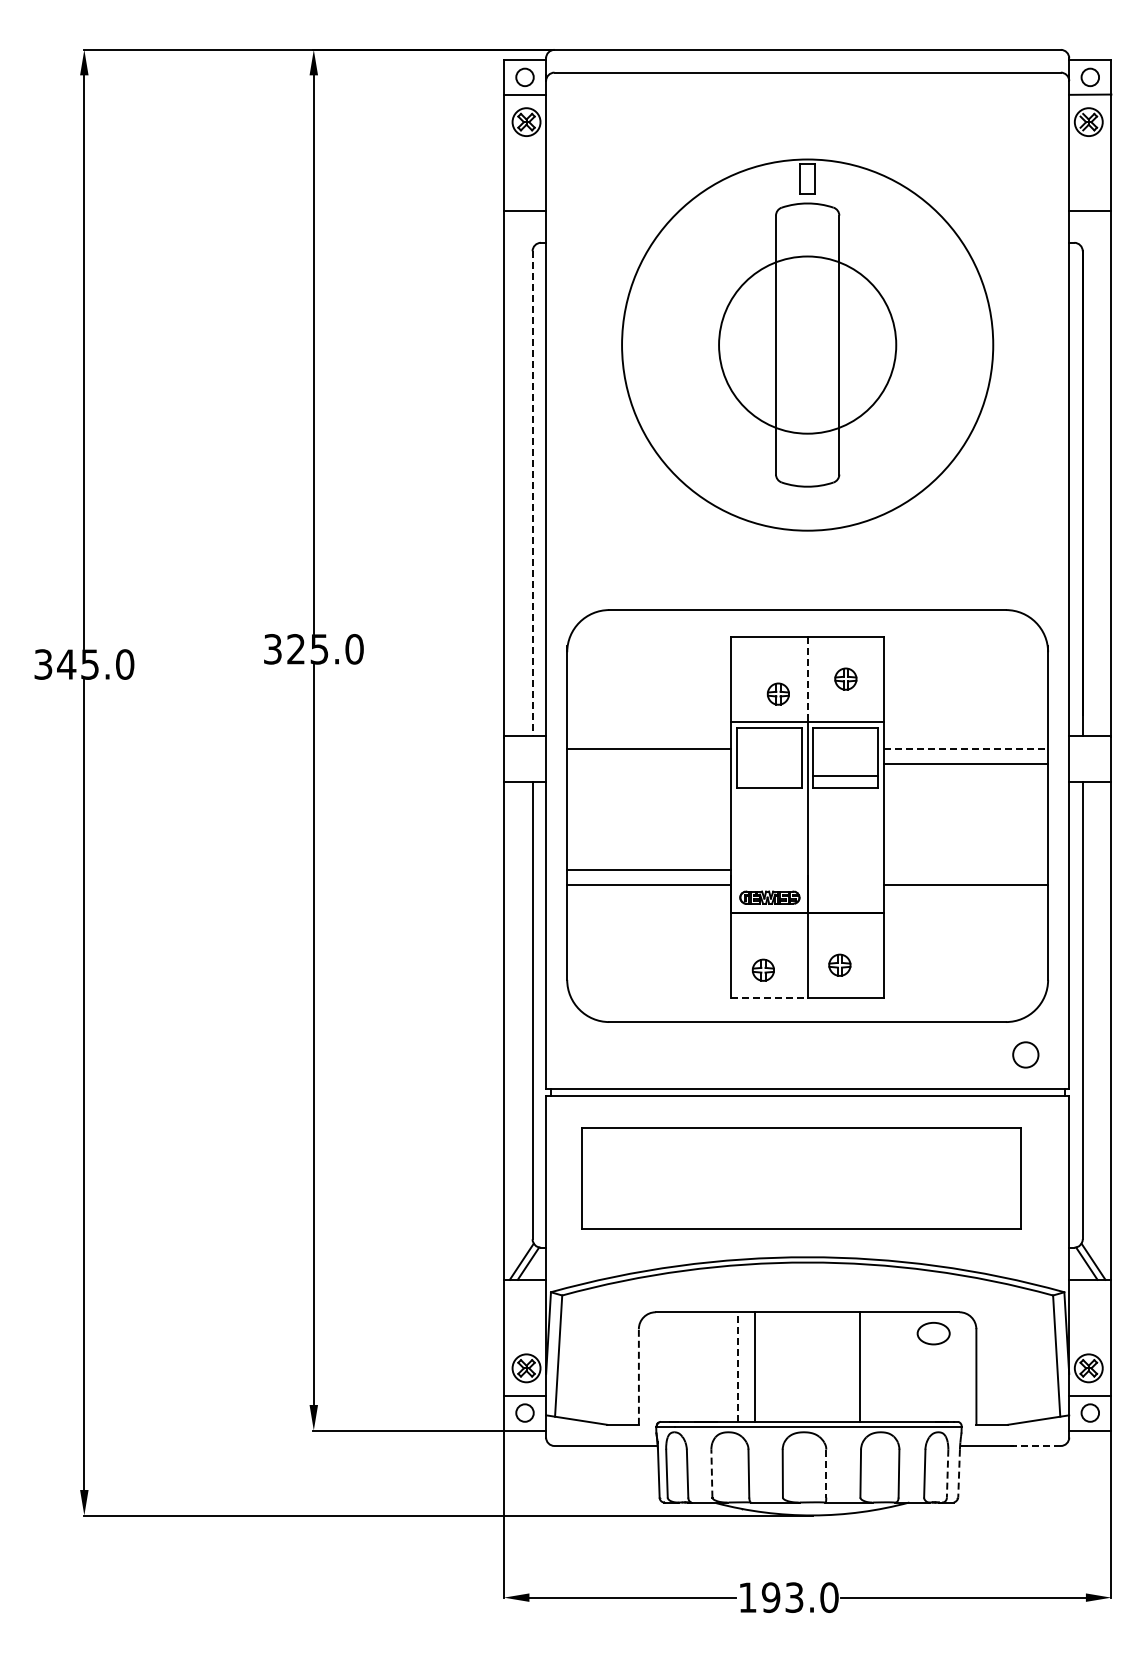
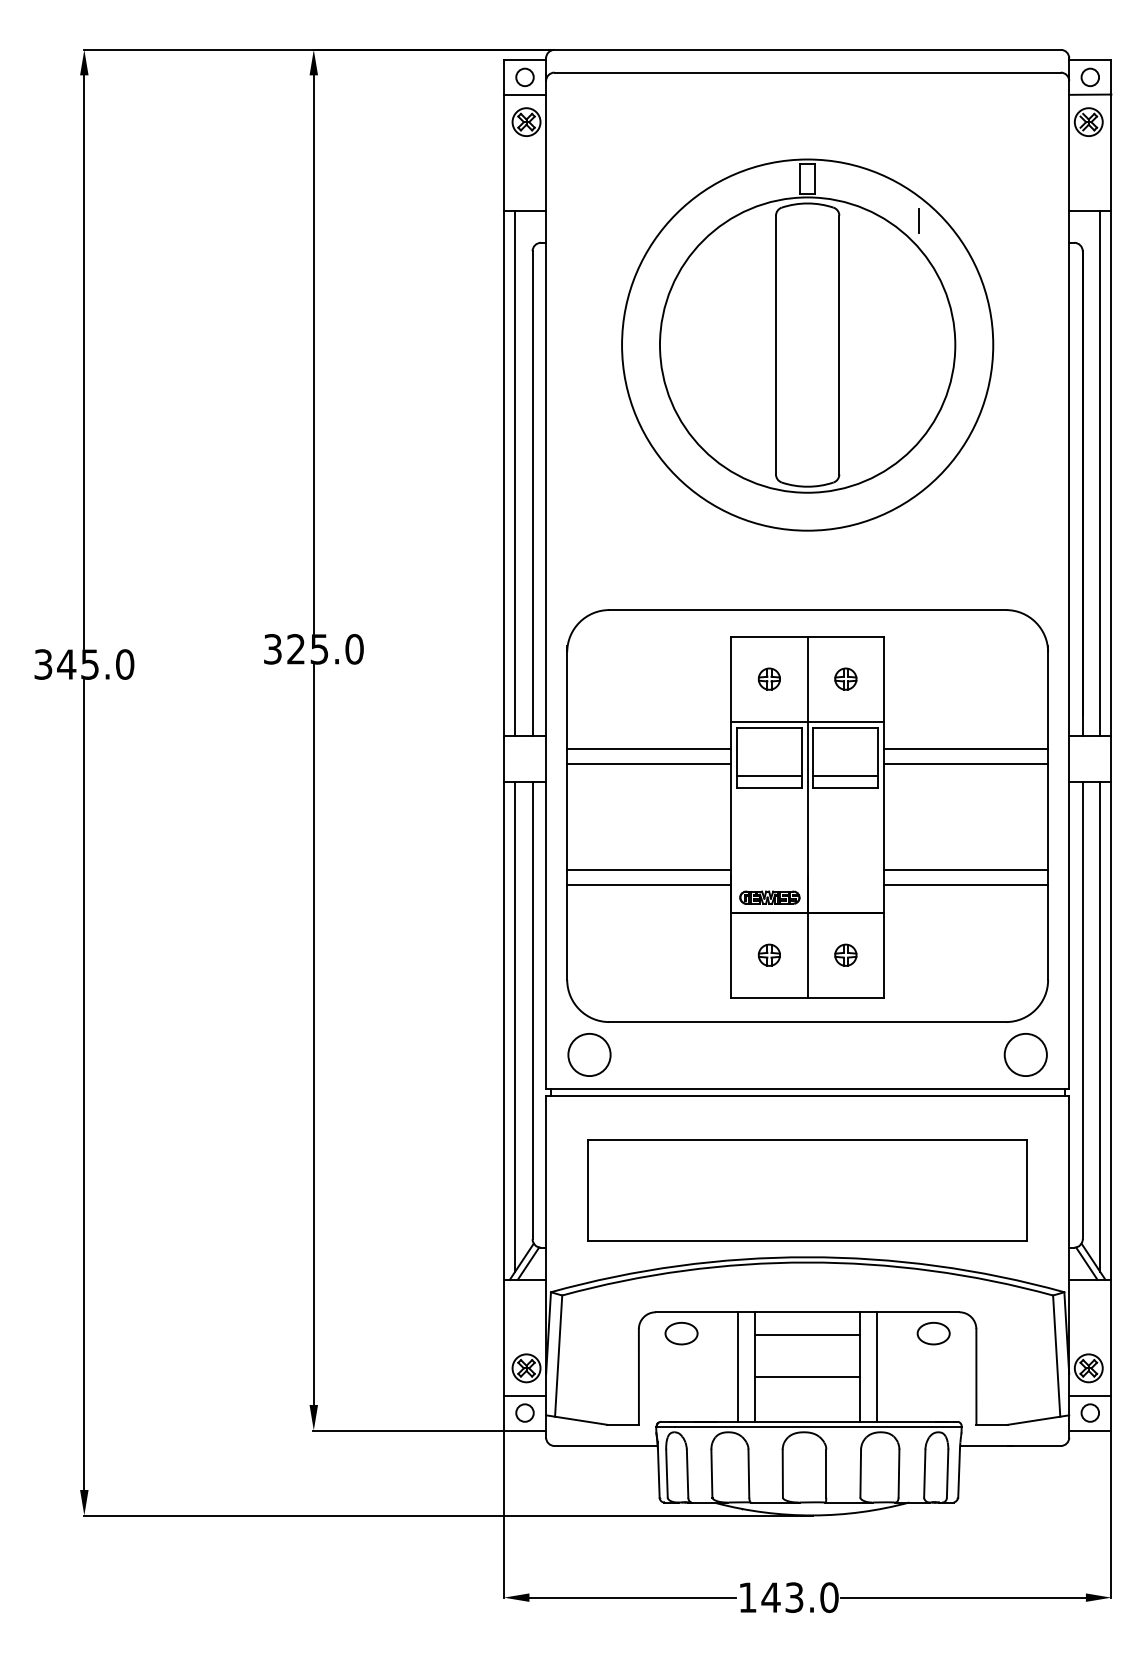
line at (918, 220): none -> present
circle at (807, 344) diameter: 177 px -> 295 px
line at (515, 473): none -> present
line at (1100, 473): none -> present
line at (532, 494): dashed -> solid
line at (807, 679): dashed -> solid
part at (777, 693) position: (777, 693) -> (768, 678)
line at (966, 748): dashed -> solid
line at (649, 763): none -> present
line at (768, 775): none -> present
line at (966, 869): none -> present
part at (839, 964) position: (839, 964) -> (845, 954)
part at (762, 969) position: (762, 969) -> (768, 954)
line at (769, 997): dashed -> solid
line at (515, 1026): none -> present
line at (1100, 1026): none -> present
circle at (589, 1054): none -> present
circle at (1025, 1054) diameter: 25 px -> 42 px
part at (801, 1178) position: (801, 1178) -> (807, 1190)
part at (681, 1333): none -> present
line at (807, 1335): none -> present
line at (877, 1366): none -> present
line at (738, 1367): dashed -> solid
line at (638, 1376): dashed -> solid
line at (807, 1377): none -> present
line at (1033, 1446): dashed -> solid
line at (711, 1473): dashed -> solid
line at (826, 1473): dashed -> solid
line at (947, 1473): dashed -> solid
line at (959, 1473): dashed -> solid
text at (770, 1597): 193.0 -> 143.0
